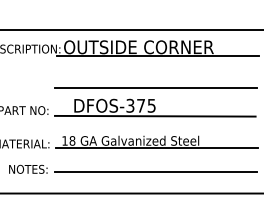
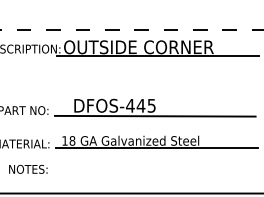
line at (132, 29): solid -> dashed
line at (156, 88): present -> none
text at (135, 105): DFOS-375 -> DFOS-445
line at (156, 172): present -> none
